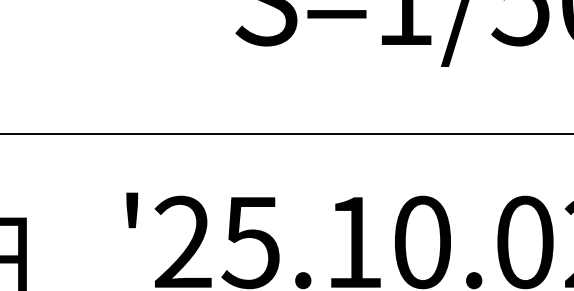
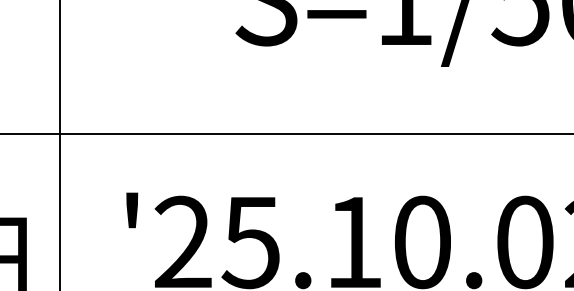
line at (60, 144): none -> present
